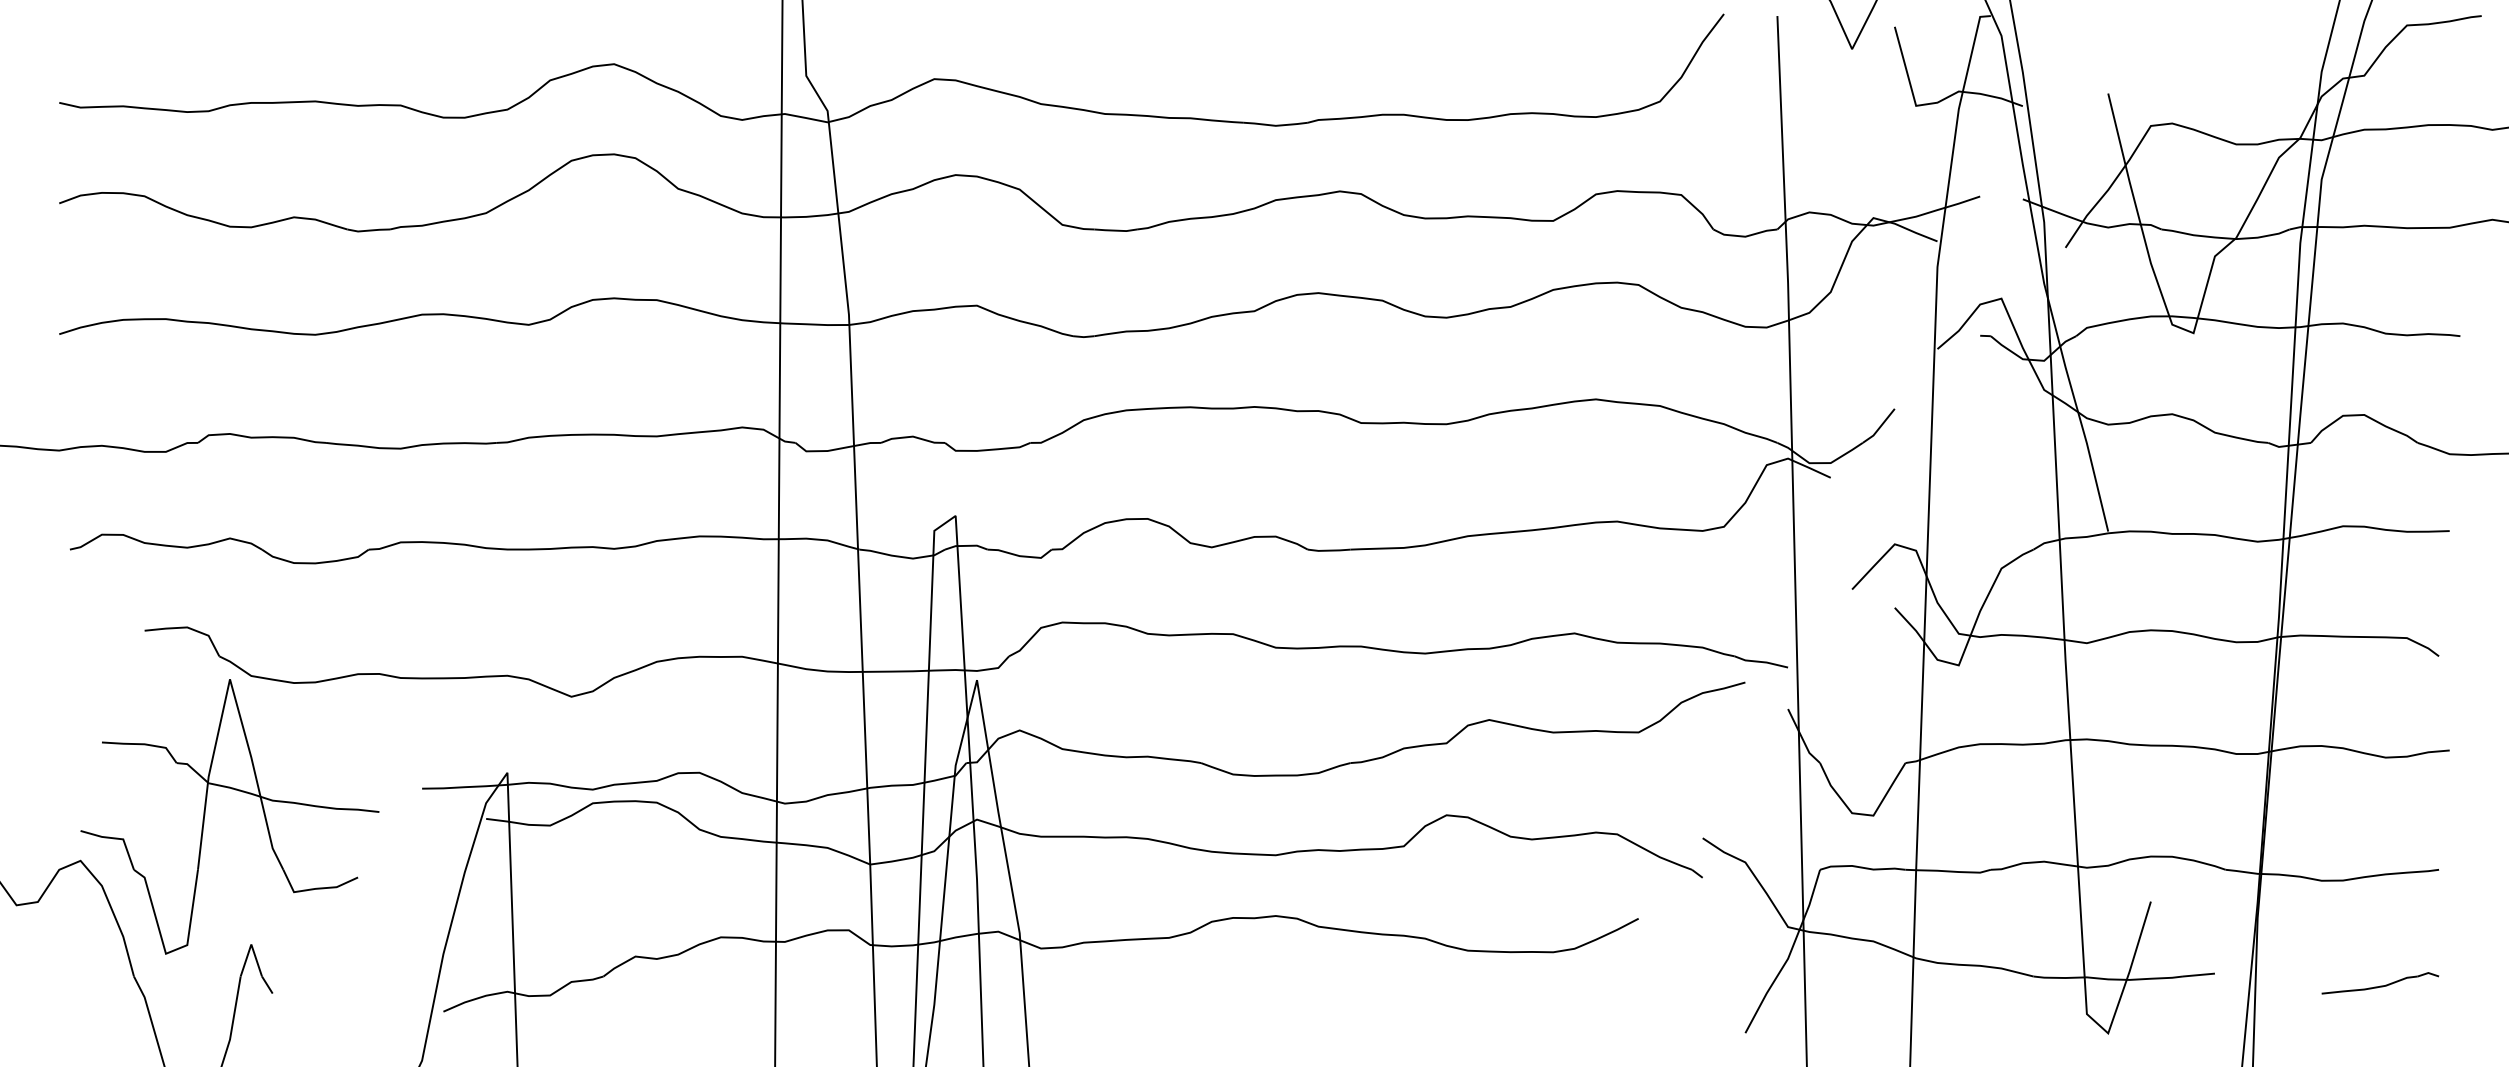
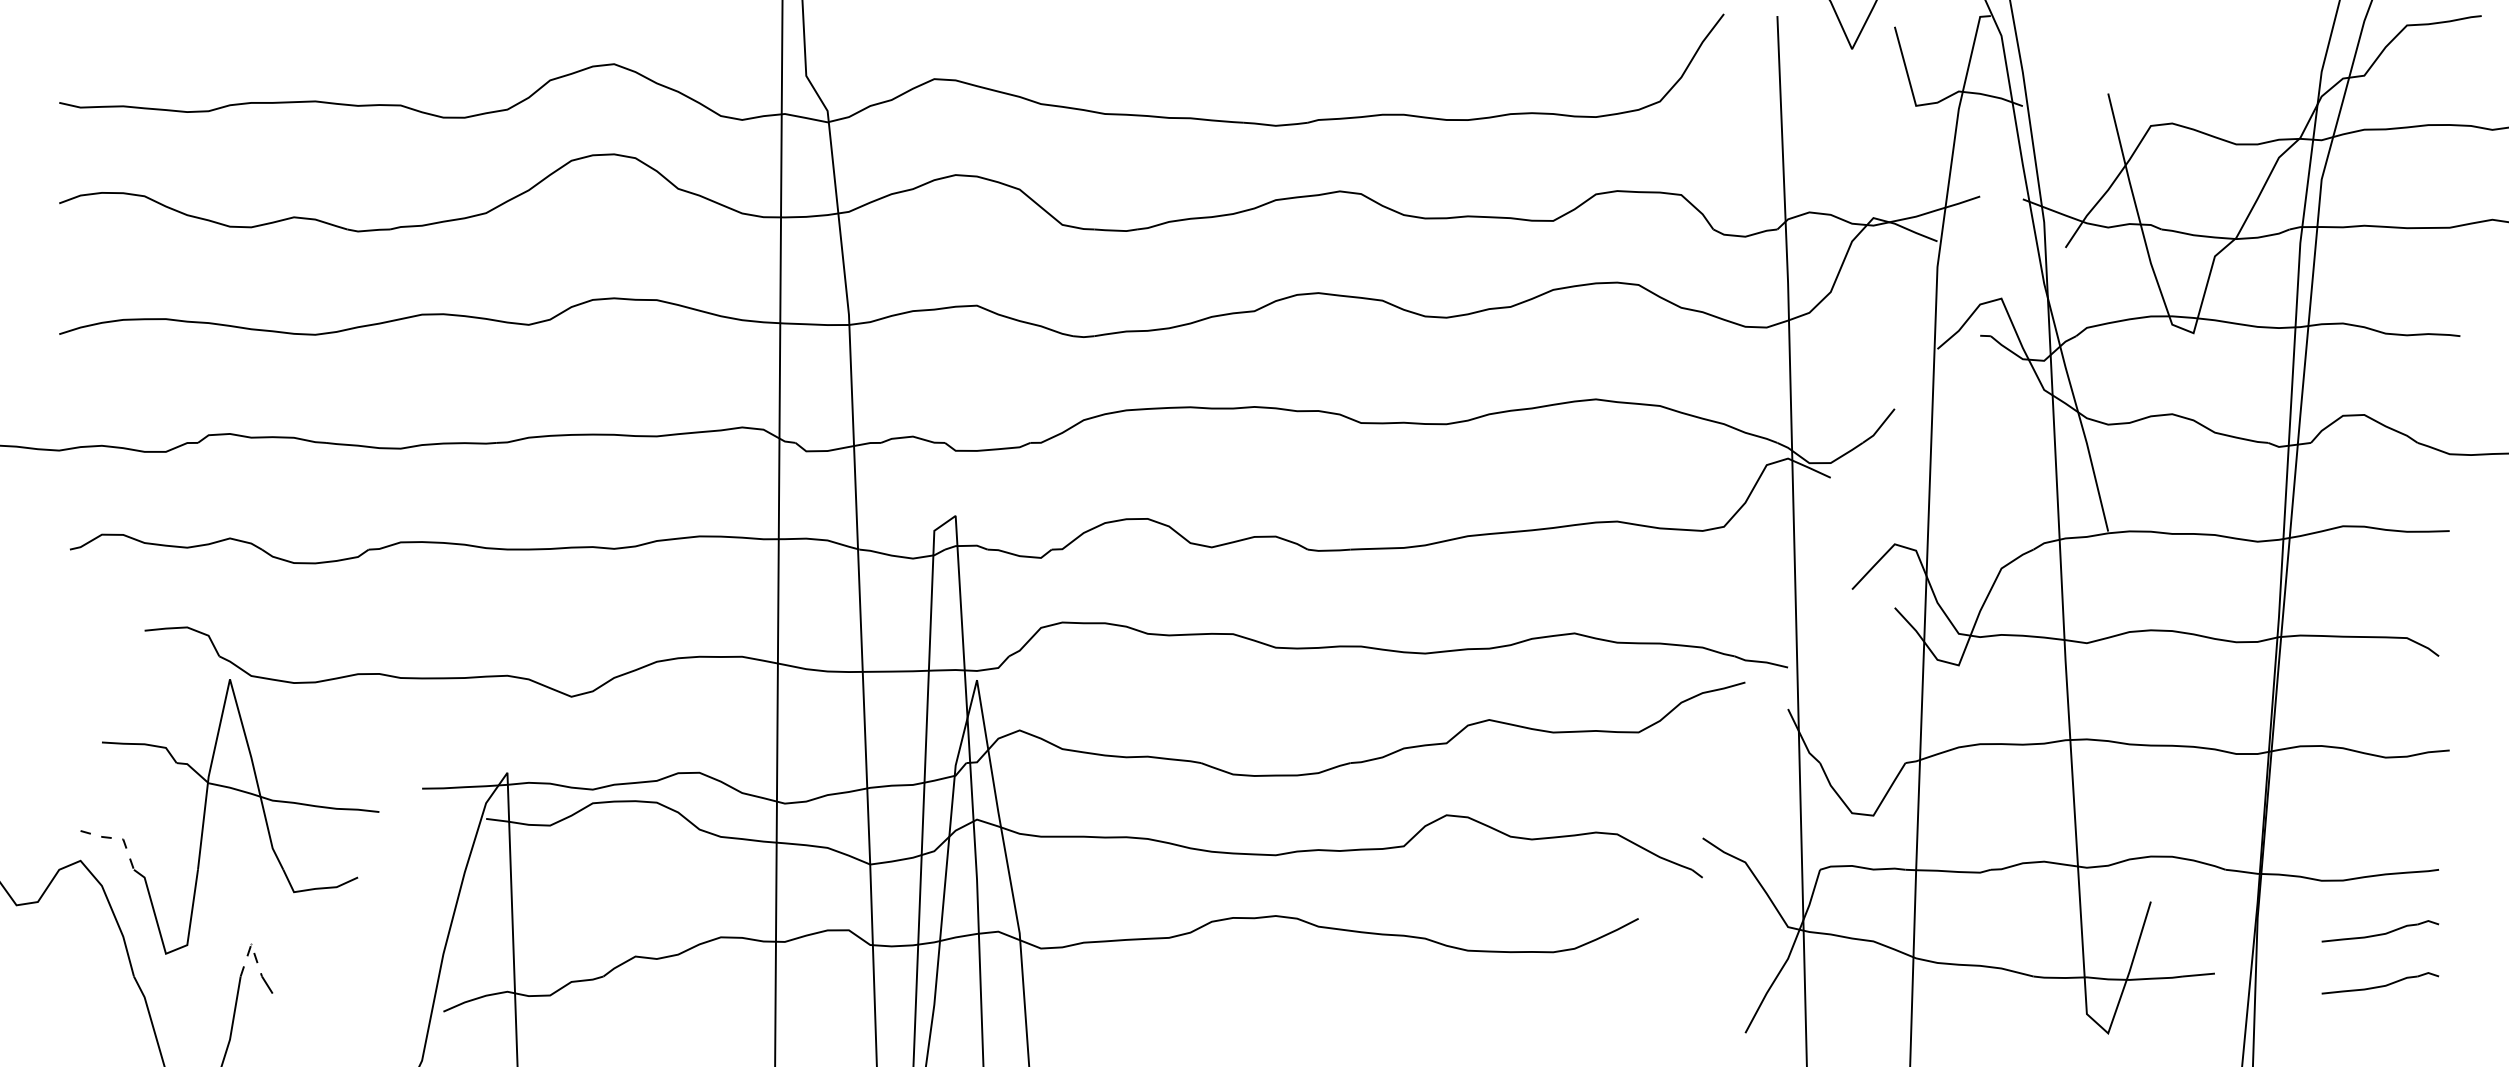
line at (117, 838): solid -> dashed
part at (2380, 931): none -> present
line at (251, 944): solid -> dashed
